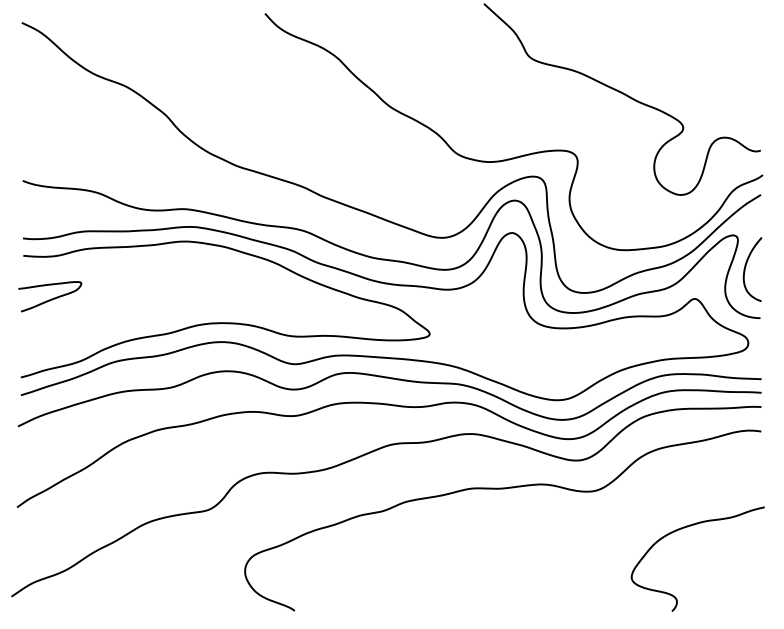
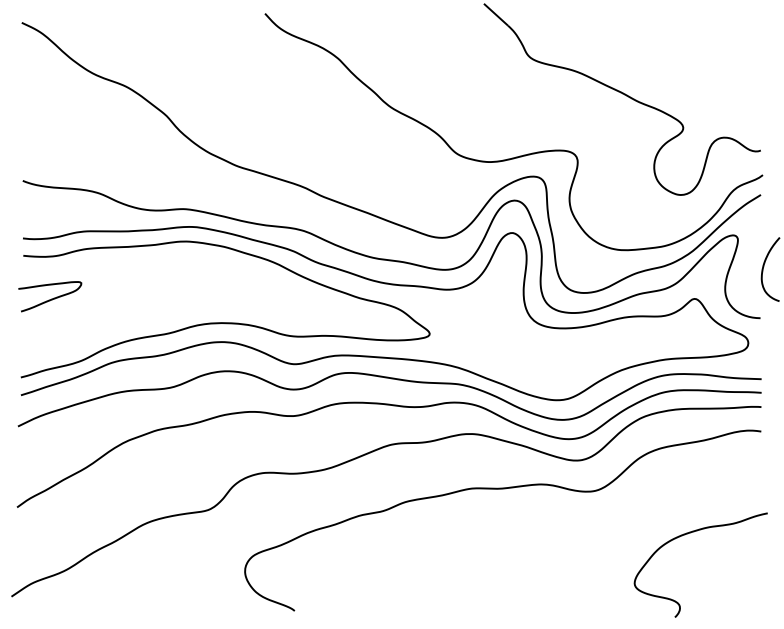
curve at (746, 266) position: (746, 266) -> (764, 266)
curve at (691, 526) position: (691, 526) -> (694, 532)
